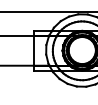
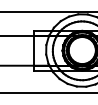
line at (48, 93): none -> present
